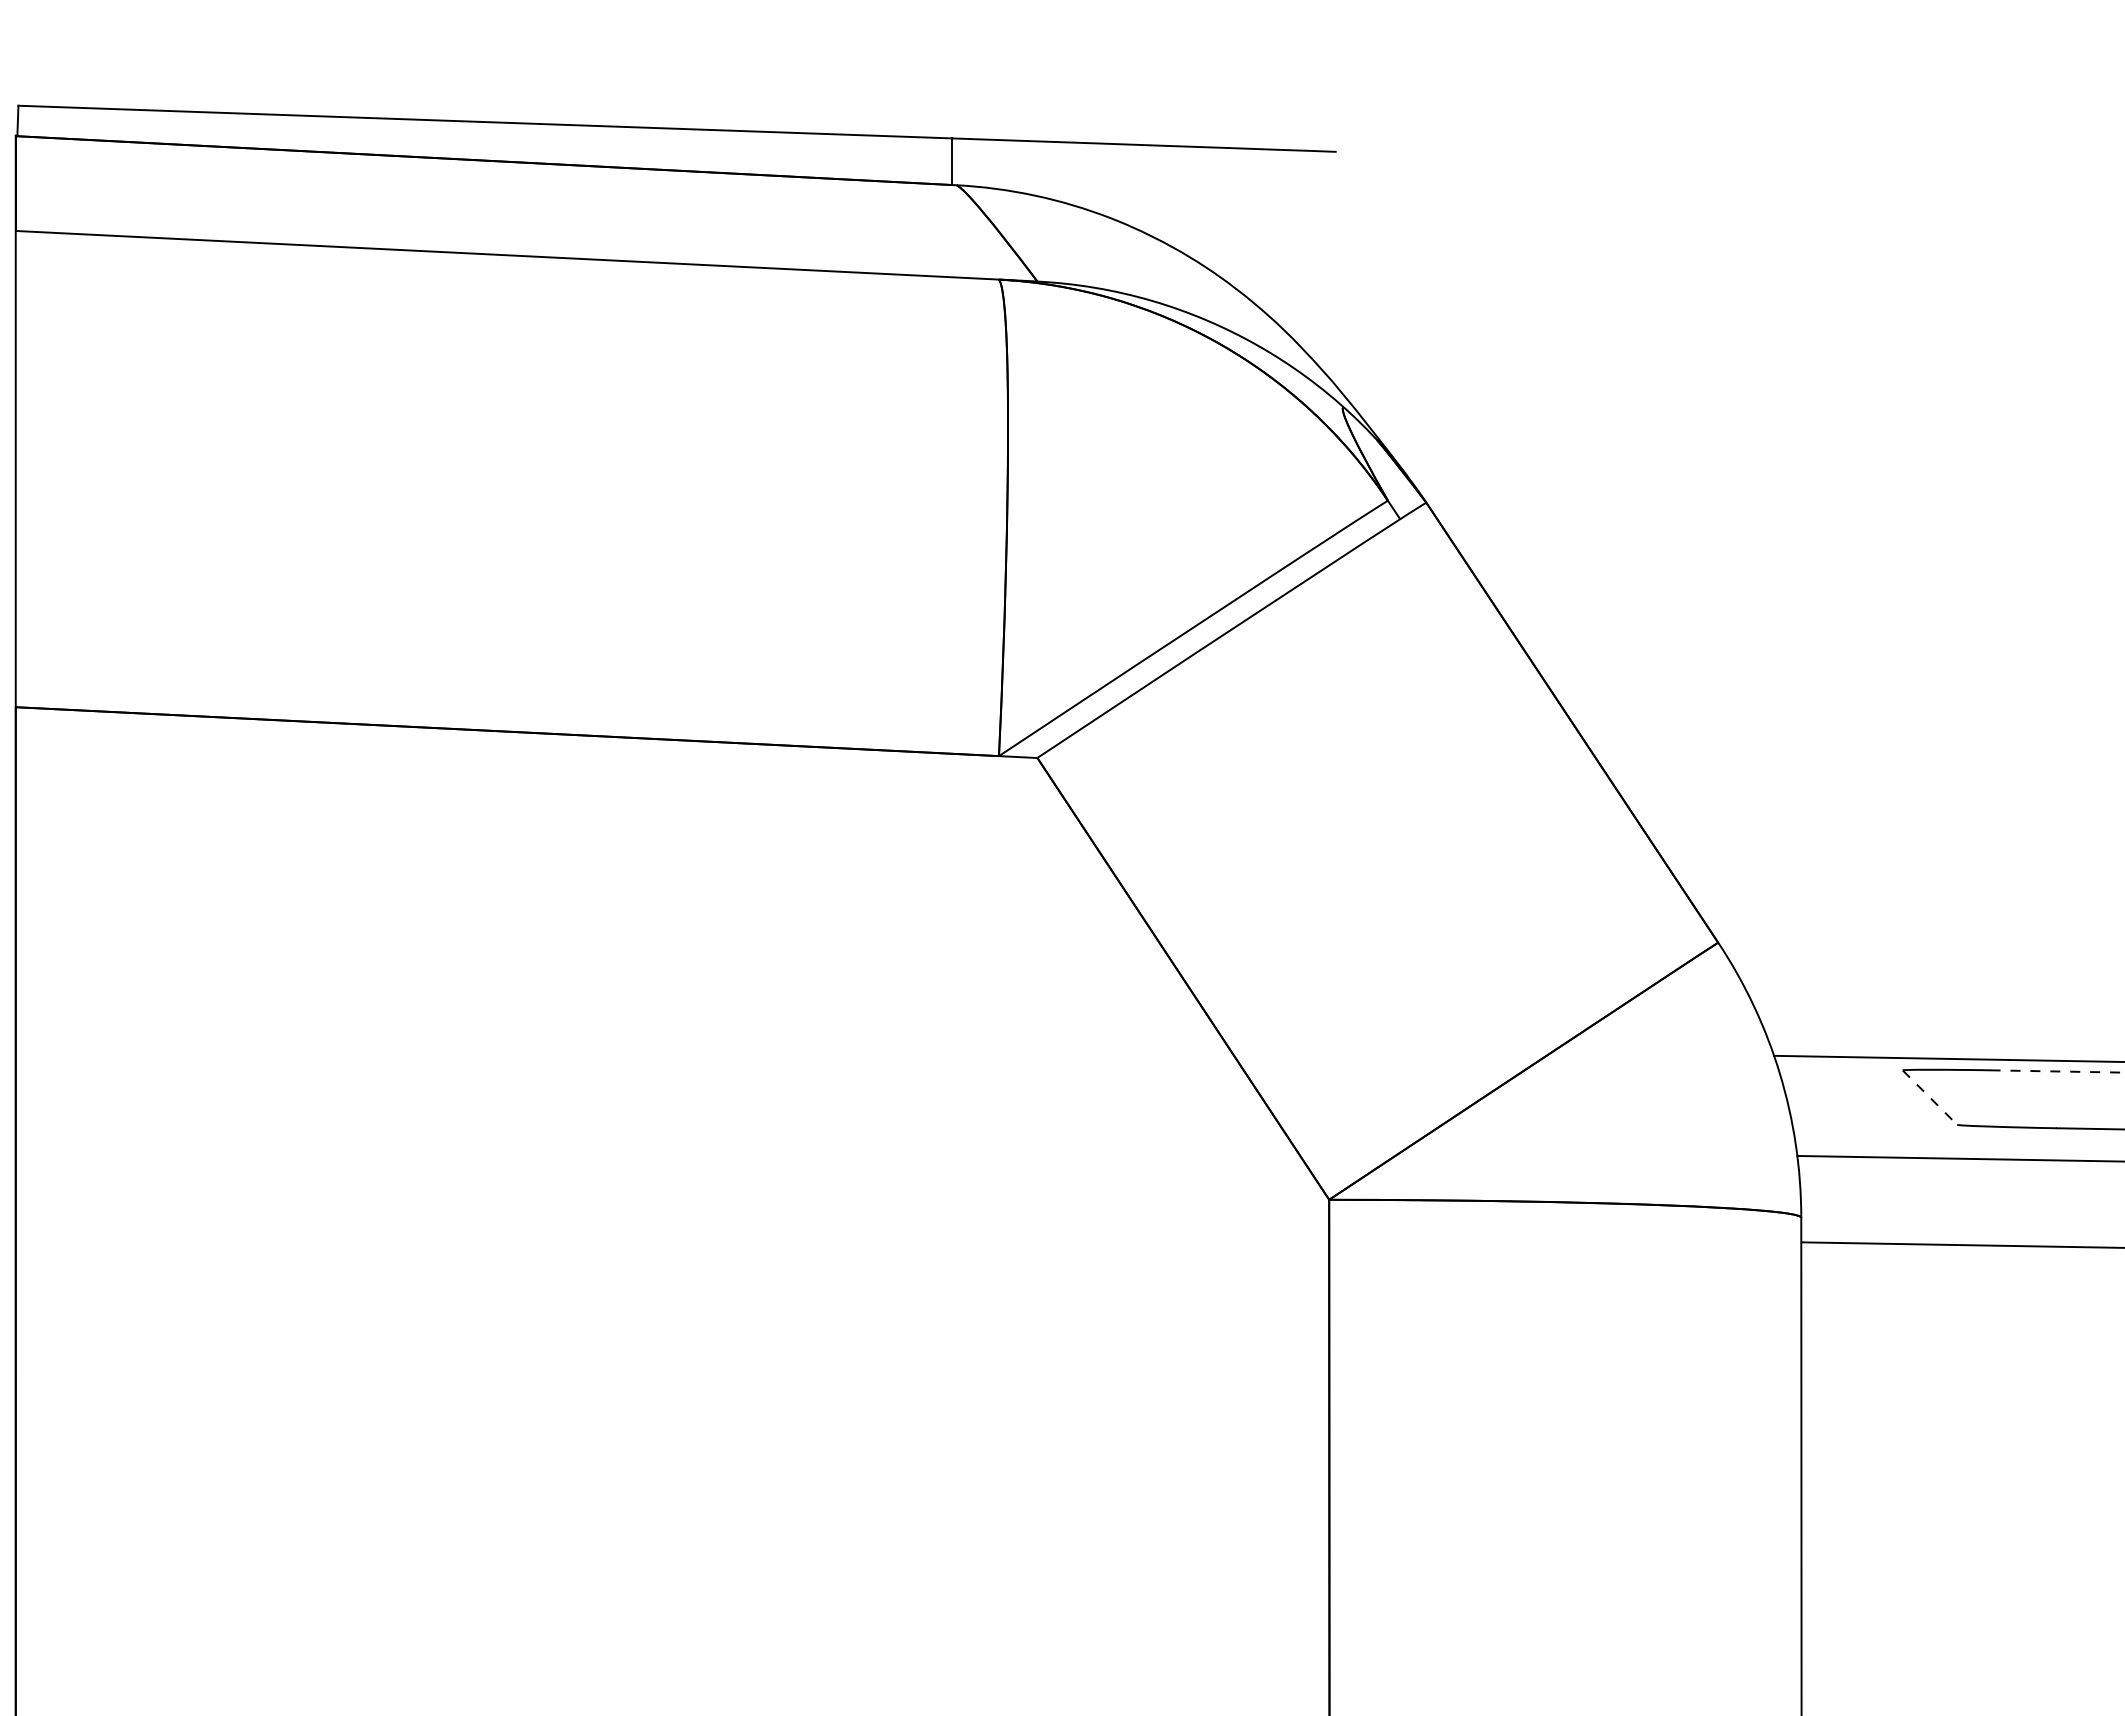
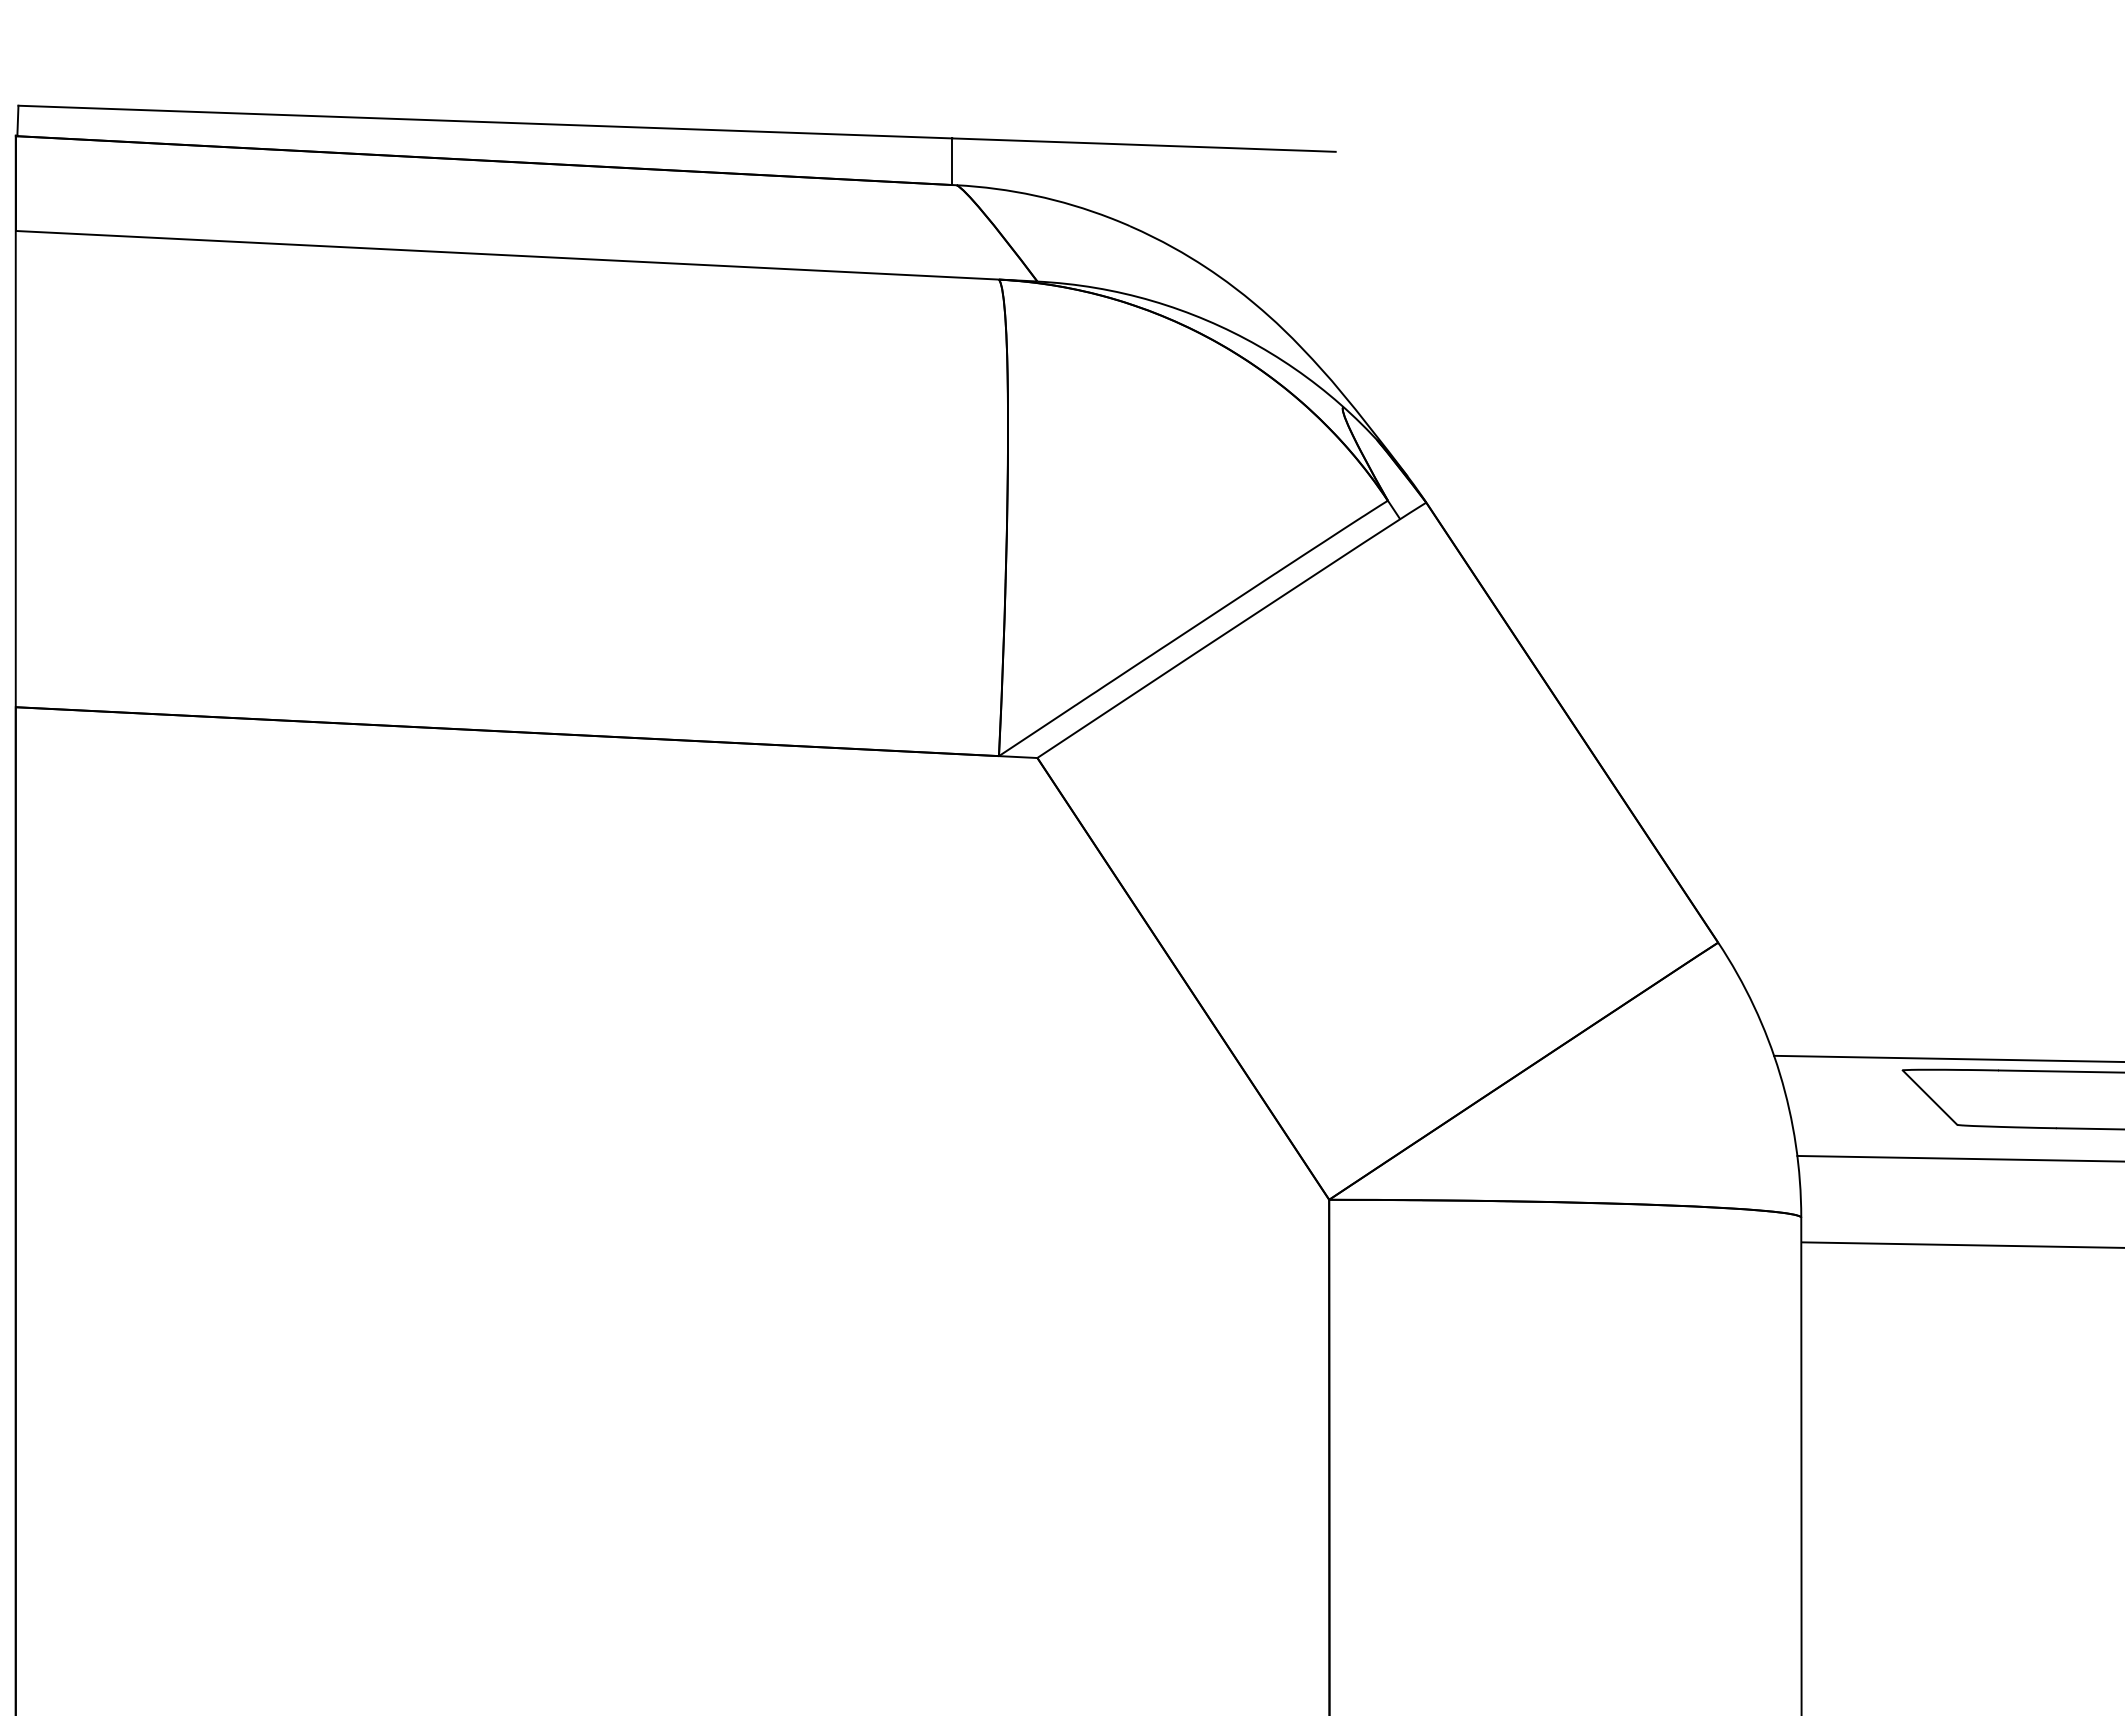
line at (2061, 1071): dashed -> solid
line at (1930, 1097): dashed -> solid
